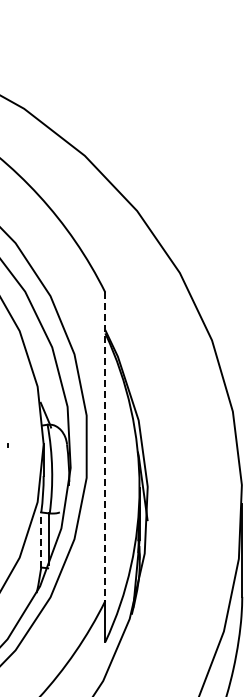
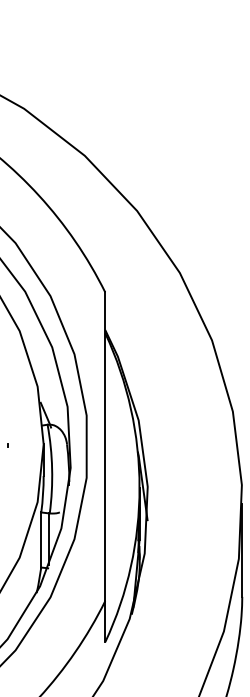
line at (105, 447): dashed -> solid
line at (41, 540): dashed -> solid
